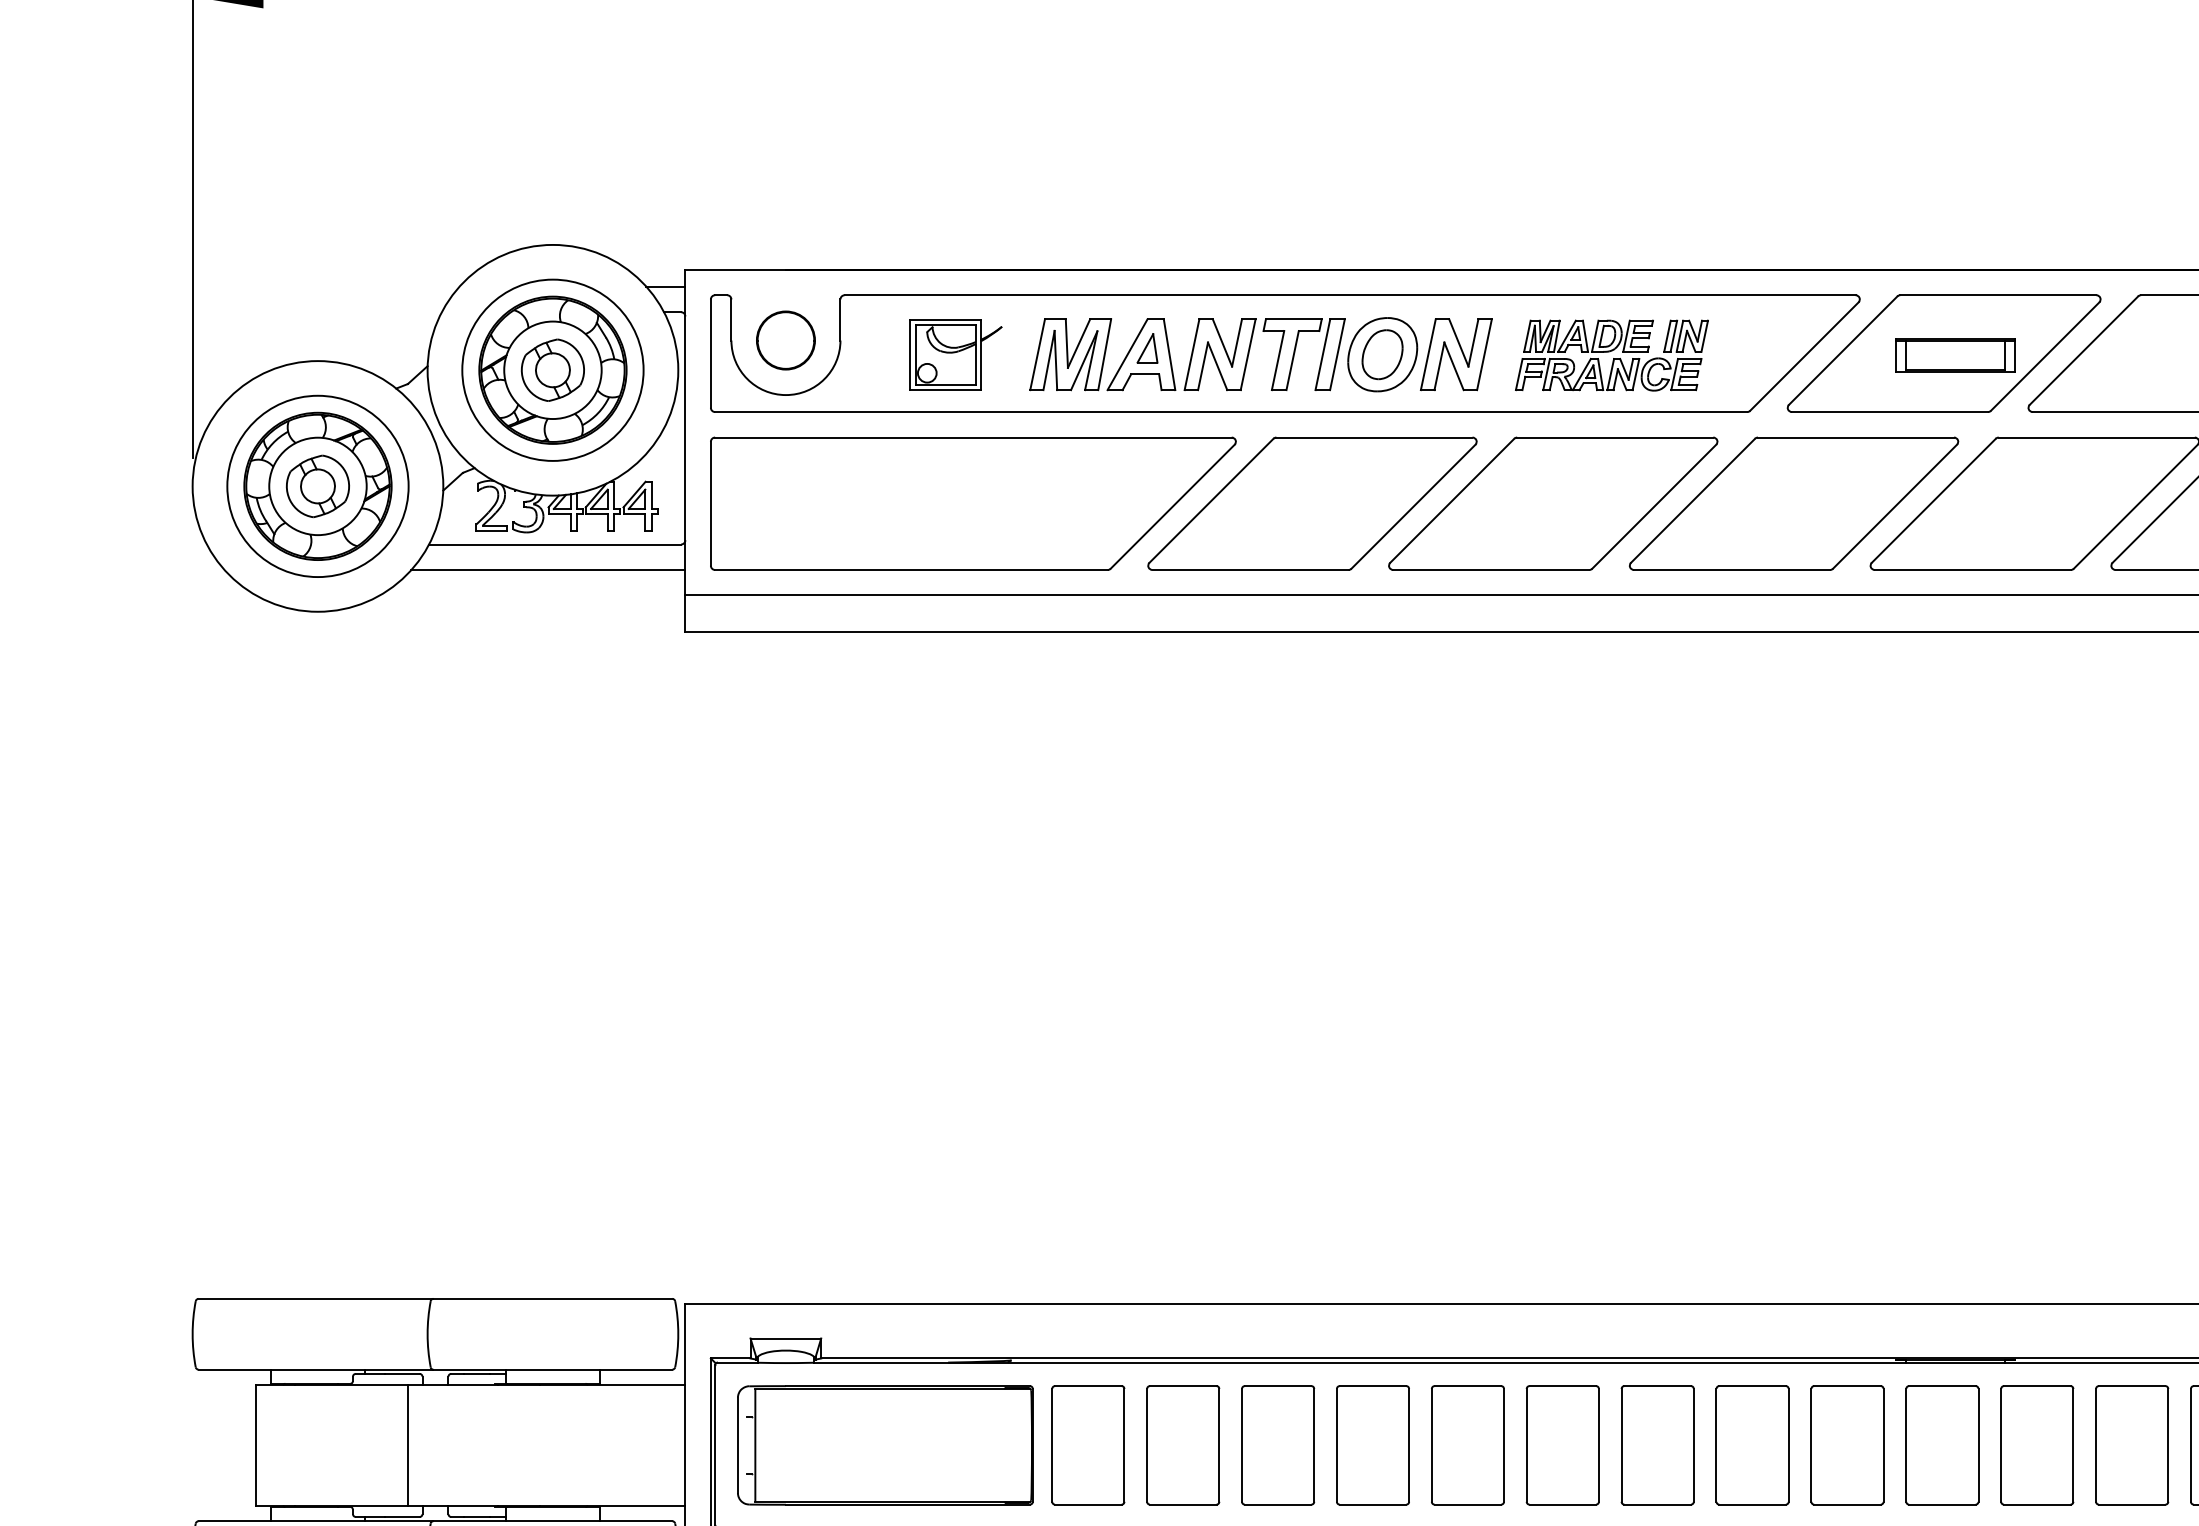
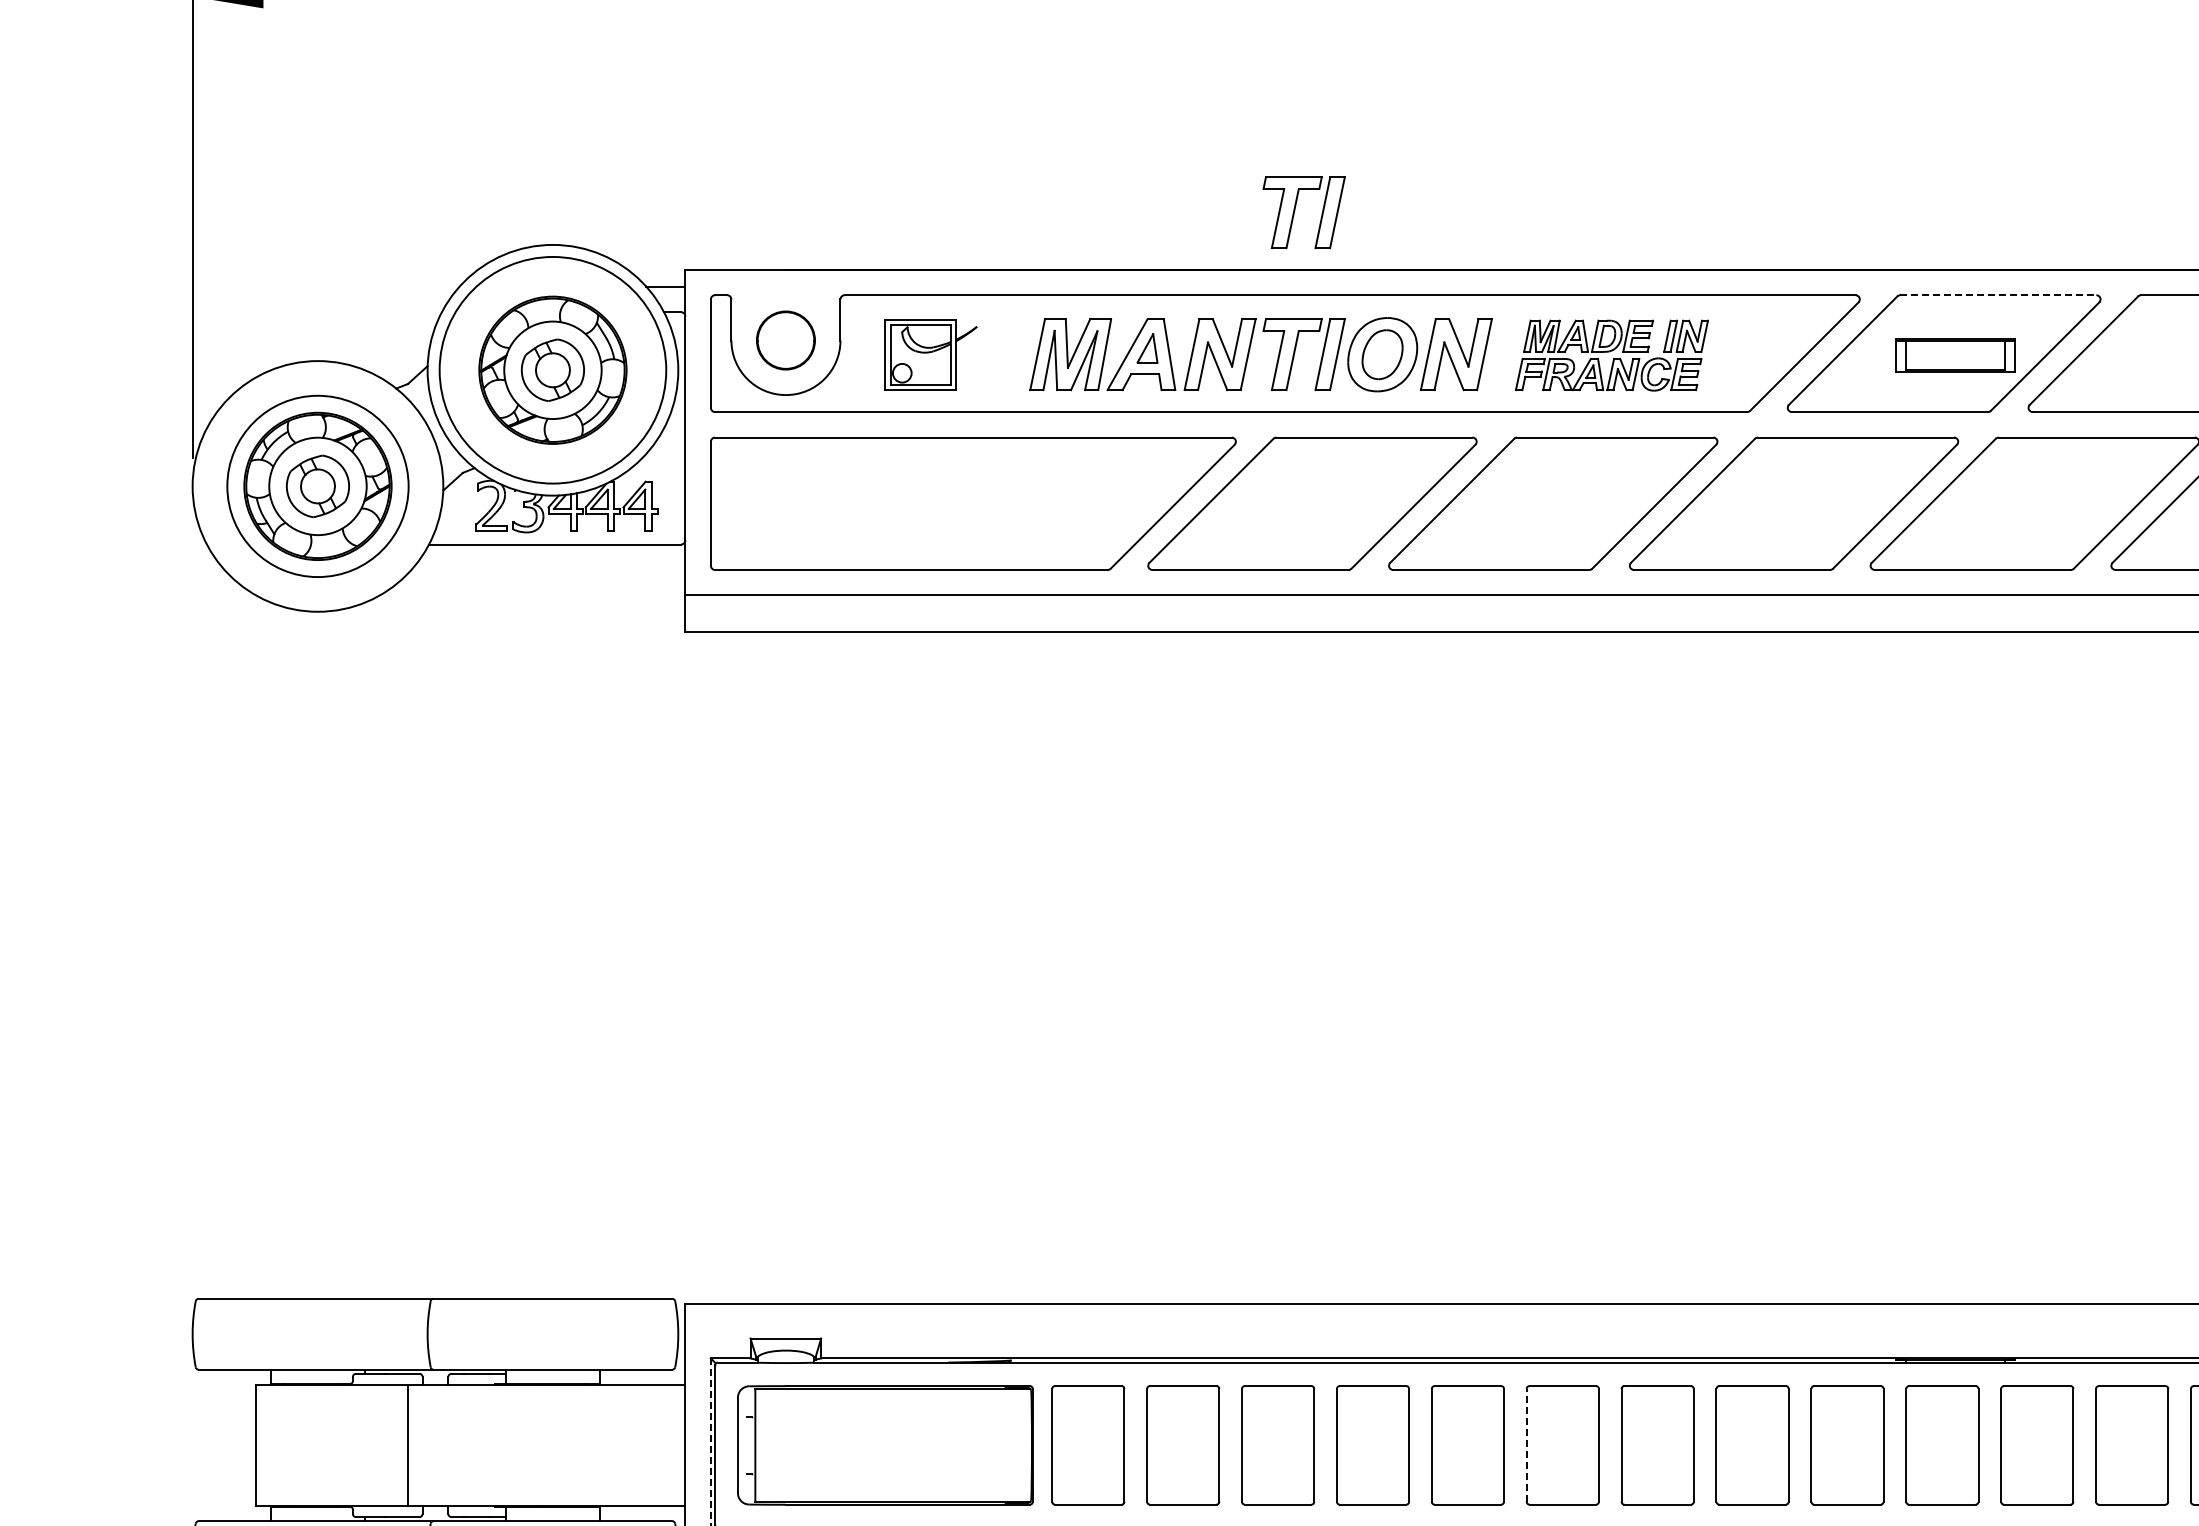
part at (1295, 210): none -> present
line at (1998, 295): solid -> dashed
part at (955, 354) position: (955, 354) -> (930, 354)
circle at (552, 369) diameter: 181 px -> 227 px
line at (548, 570): present -> none
line at (710, 1442): solid -> dashed
line at (1526, 1444): solid -> dashed
